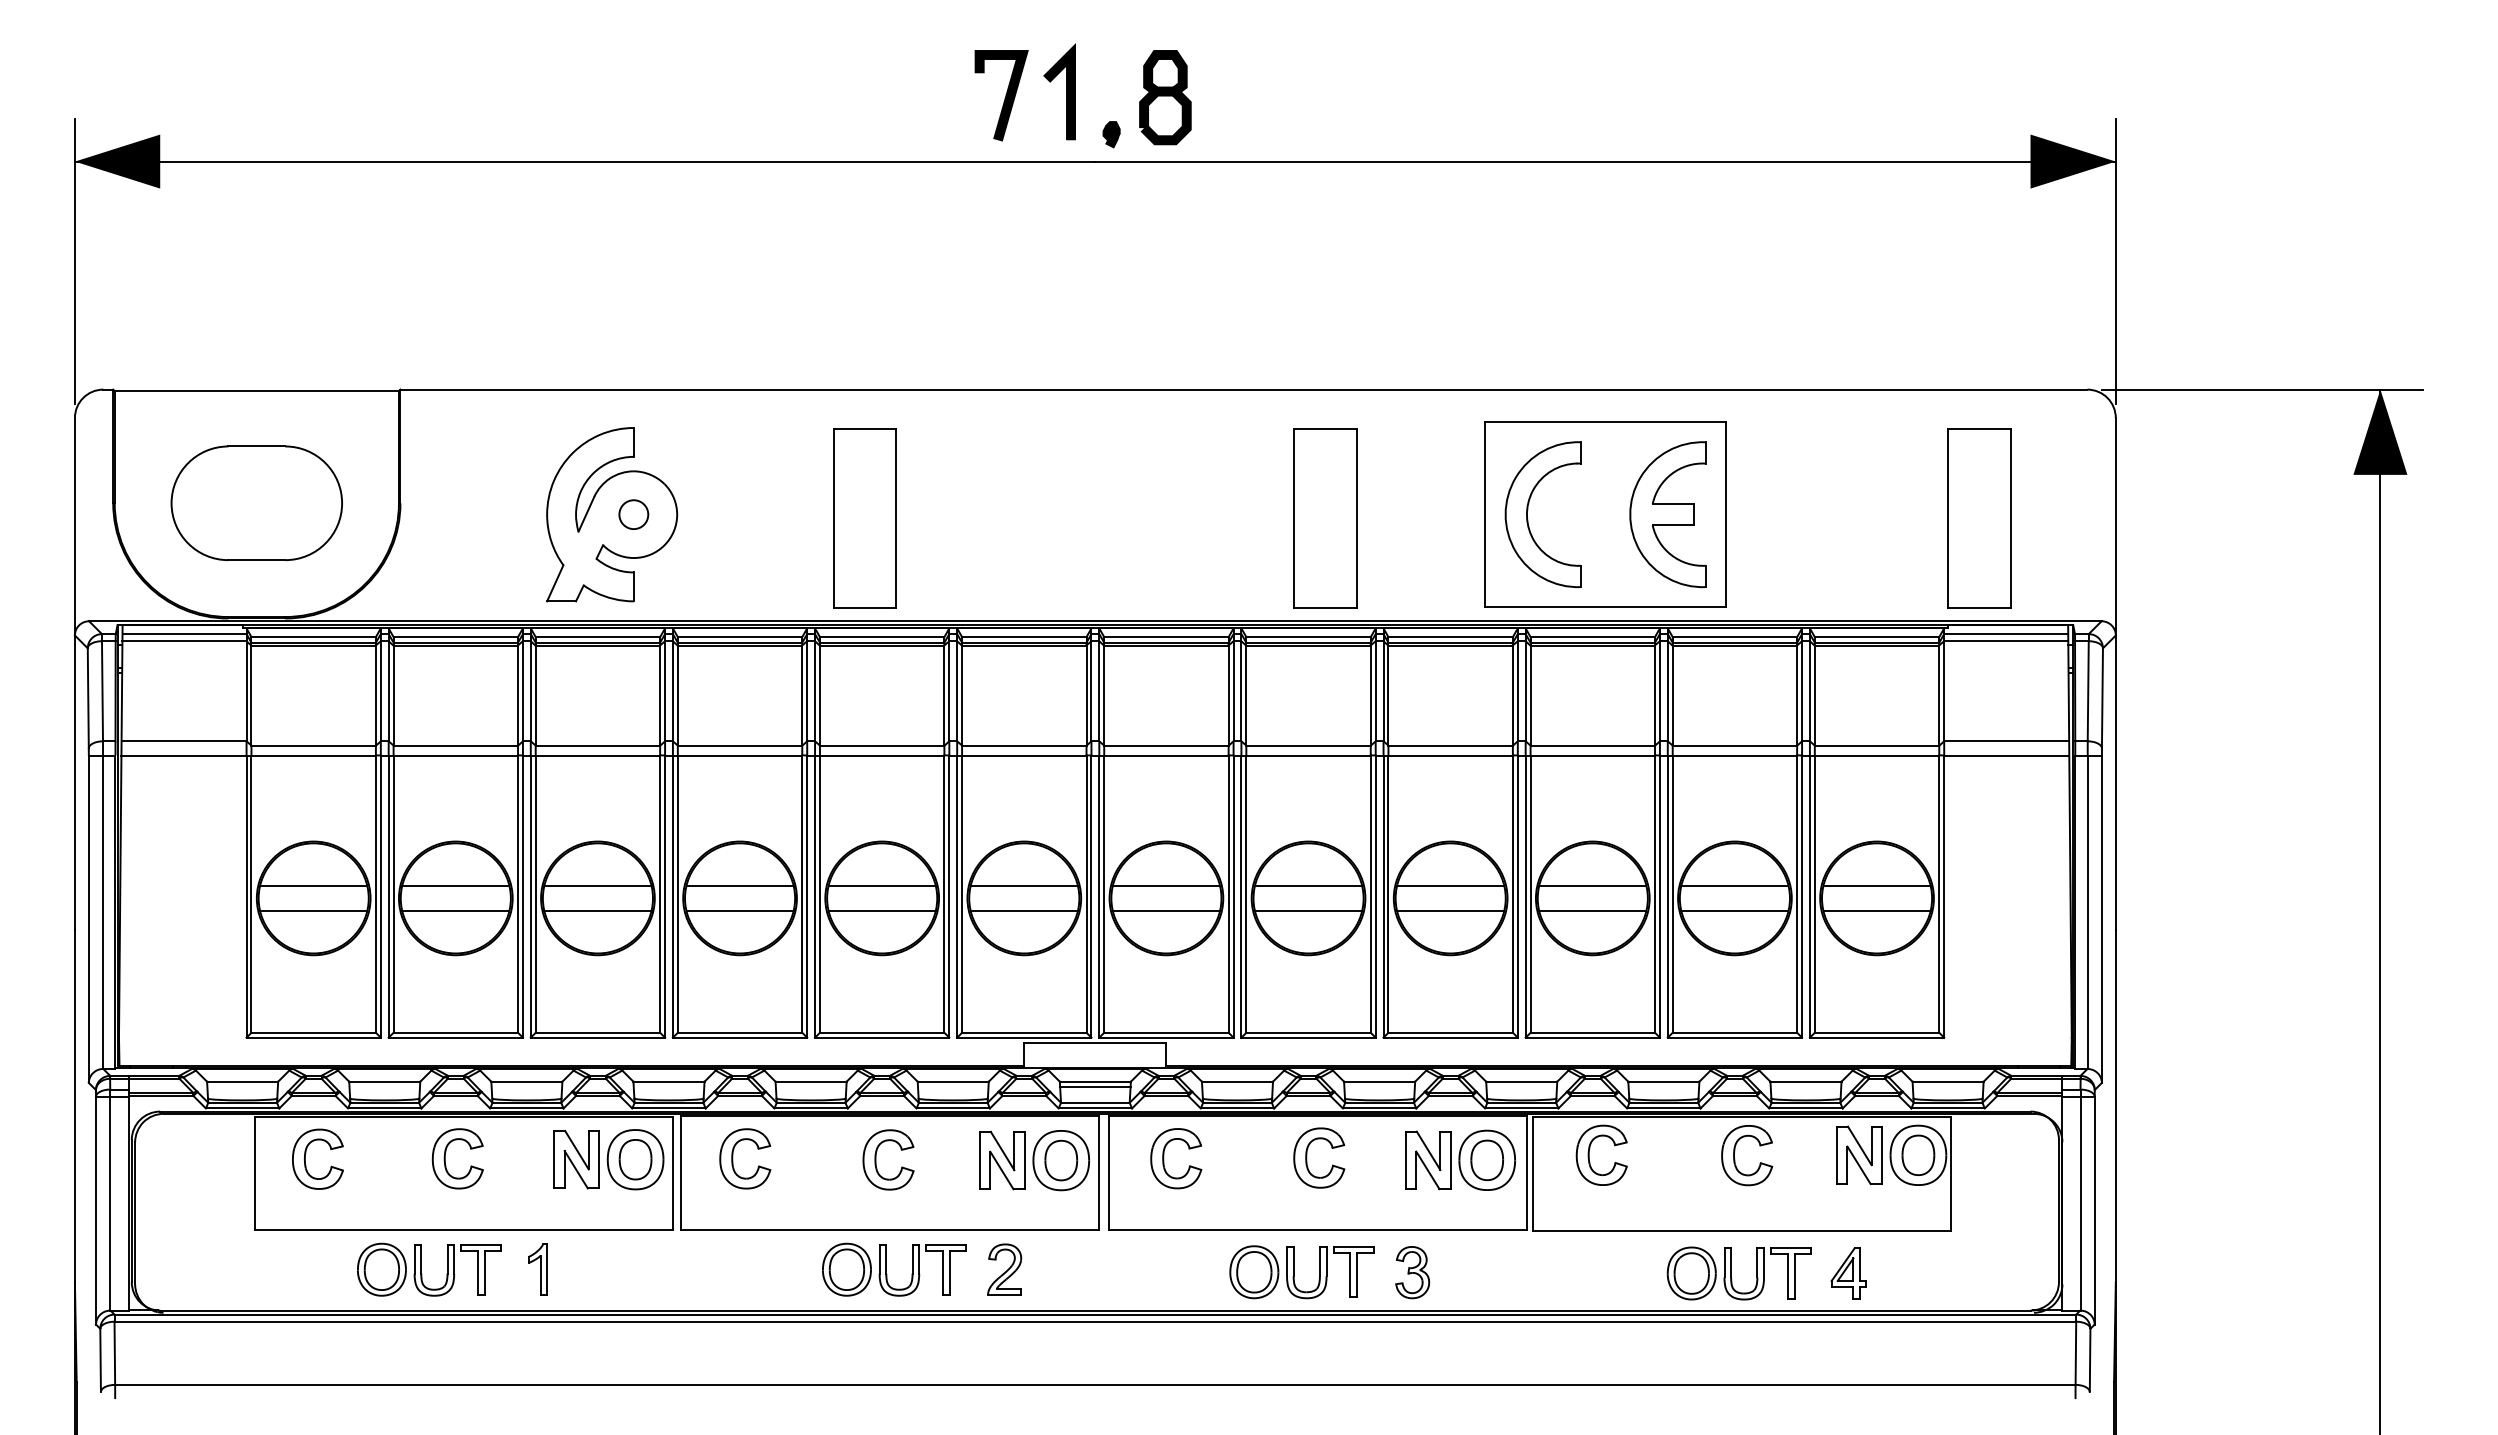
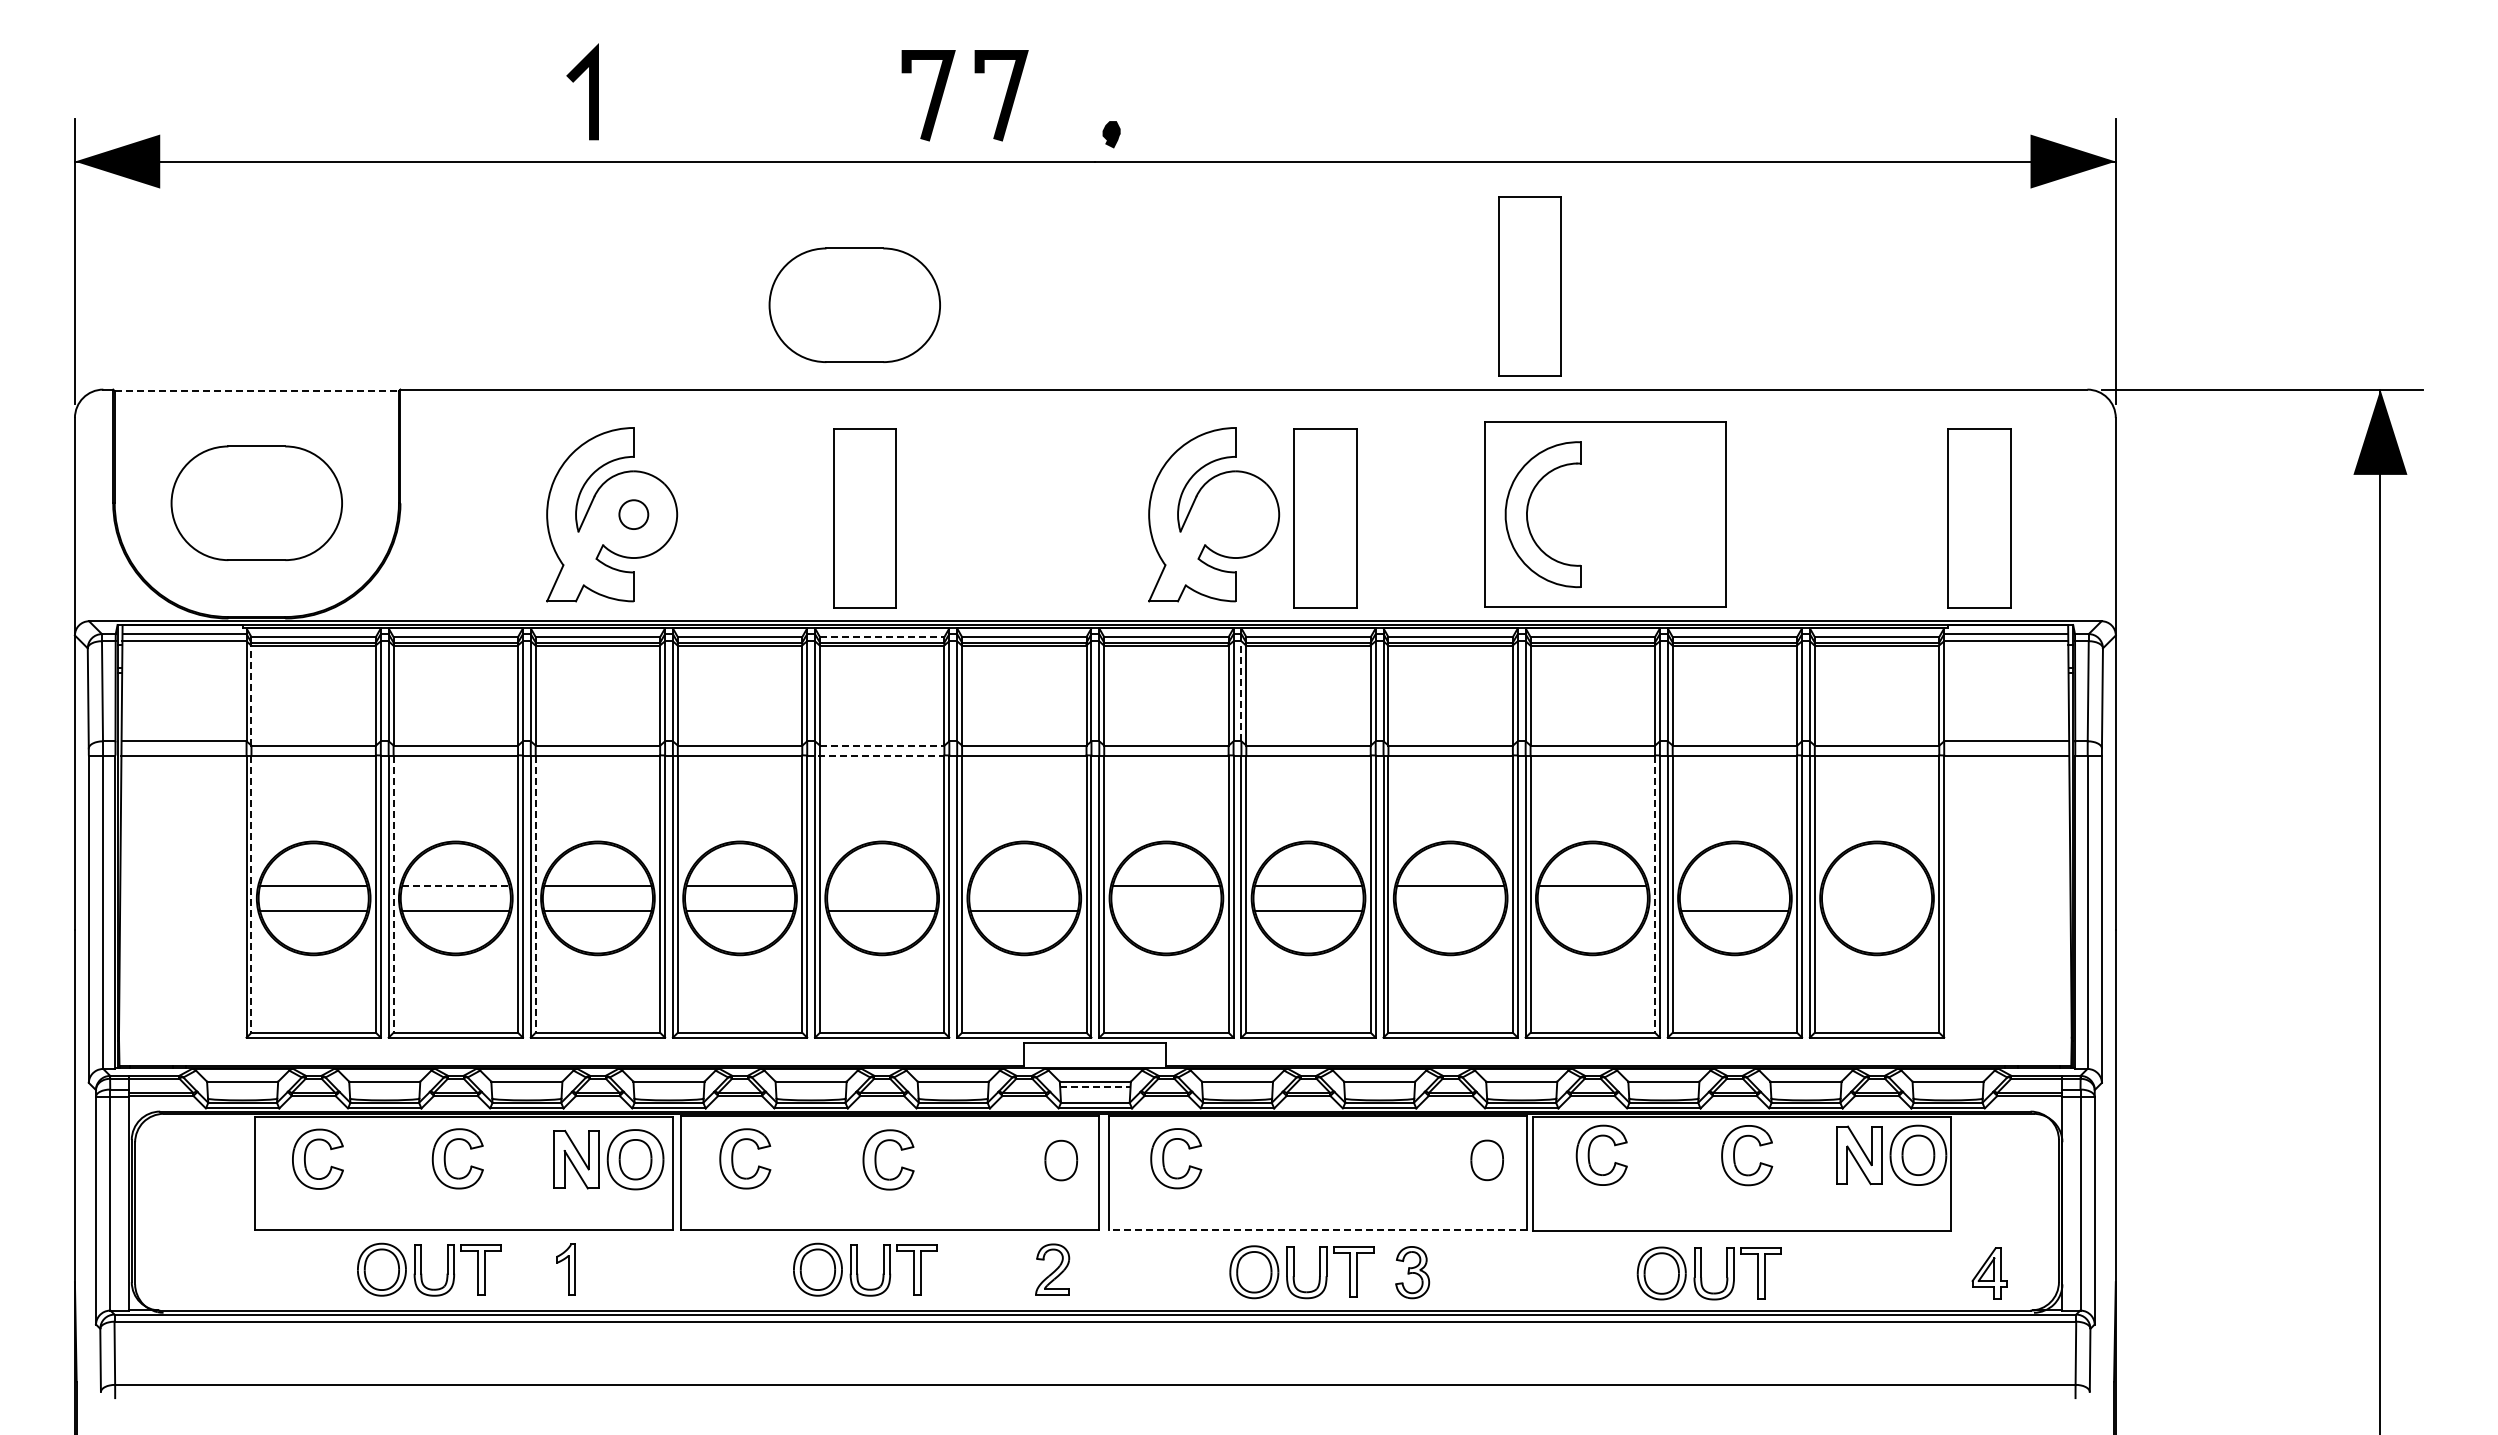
line at (1066, 91) position: (1066, 91) -> (589, 91)
line at (932, 95): none -> present
part at (1165, 97): present -> none
part at (1529, 286): none -> present
part at (854, 304): none -> present
line at (257, 391): solid -> dashed
part at (1214, 514): none -> present
part at (1667, 514): present -> none
line at (882, 637): solid -> dashed
line at (1241, 687): solid -> dashed
line at (251, 693): solid -> dashed
line at (882, 745): solid -> dashed
line at (875, 755): solid -> dashed
line at (455, 885): solid -> dashed
line at (881, 885): present -> none
line at (1023, 885): present -> none
line at (1734, 885): present -> none
line at (1876, 885): present -> none
line at (251, 894): solid -> dashed
line at (393, 894): solid -> dashed
line at (535, 894): solid -> dashed
line at (1655, 894): solid -> dashed
line at (1165, 911): present -> none
line at (1450, 911): present -> none
line at (1592, 911): present -> none
line at (1876, 911): present -> none
line at (1095, 1086): solid -> dashed
part at (1307, 1157): present -> none
part at (1460, 1159): present -> none
part at (1034, 1160): present -> none
line at (1317, 1230): solid -> dashed
part at (537, 1269) position: (537, 1269) -> (565, 1269)
part at (886, 1269) position: (886, 1269) -> (857, 1269)
part at (1004, 1269) position: (1004, 1269) -> (1052, 1269)
part at (1731, 1273) position: (1731, 1273) -> (1701, 1273)
part at (1848, 1273) position: (1848, 1273) -> (1989, 1273)
